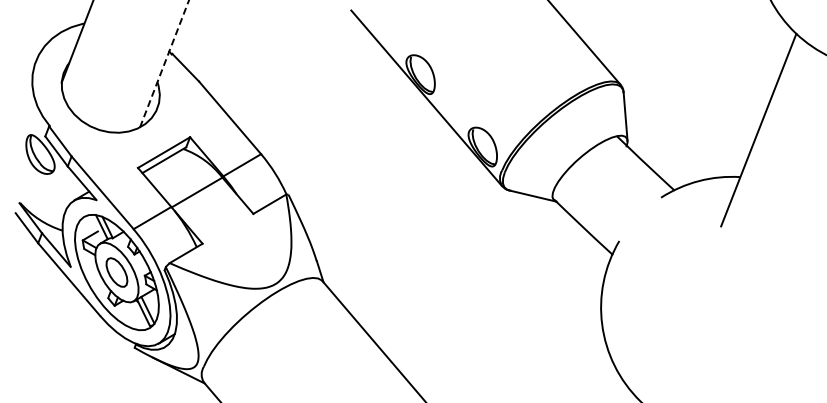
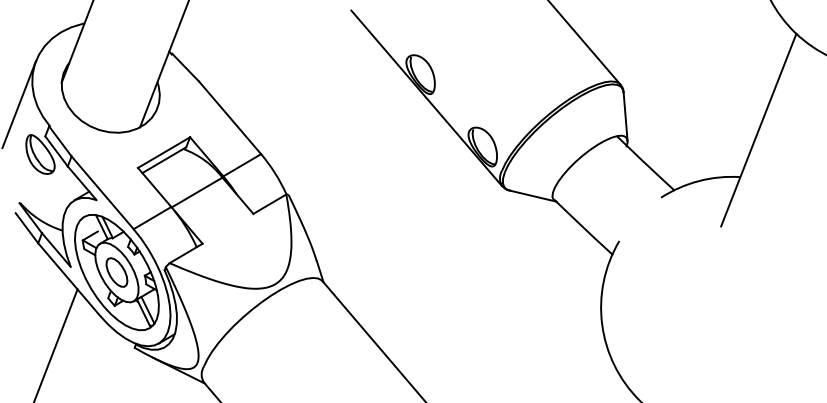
line at (164, 63): dashed -> solid
line at (18, 104): none -> present
line at (56, 344): none -> present
